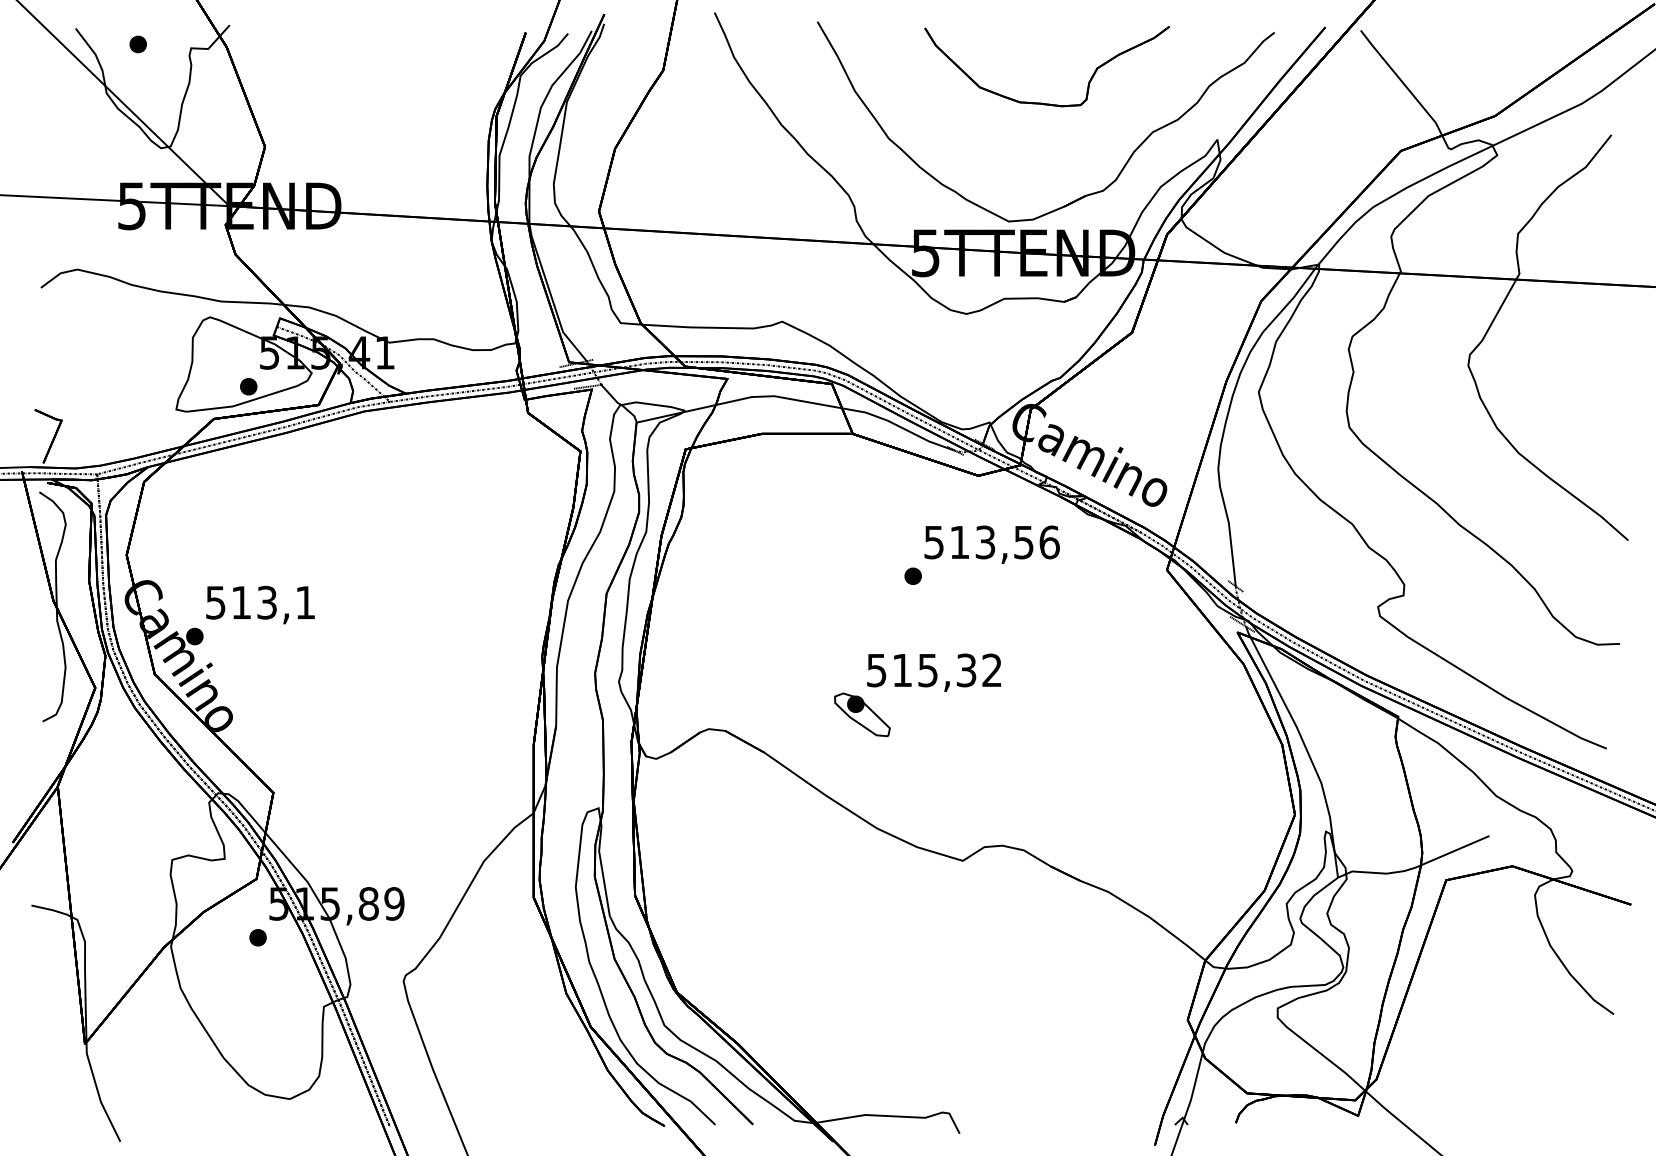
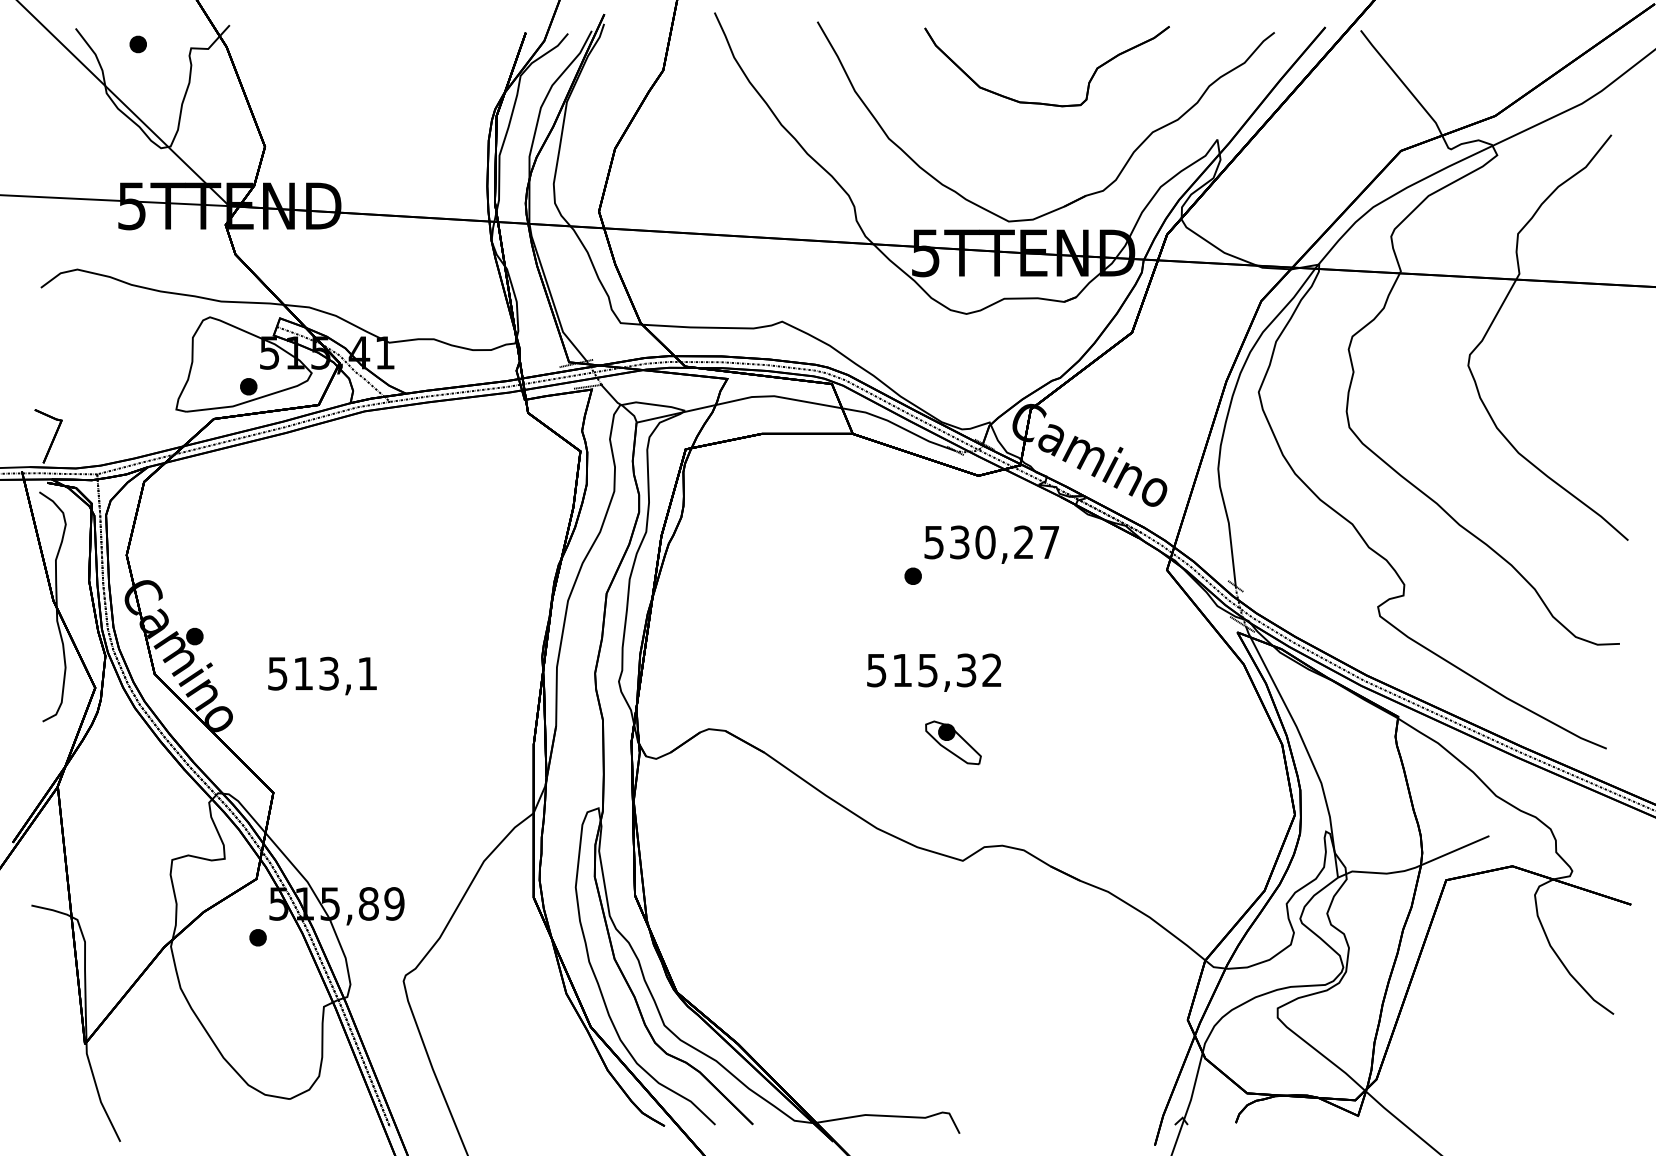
text at (1004, 542): 513,56 -> 530,27
text at (260, 604) position: (260, 604) -> (322, 675)
part at (862, 714) position: (862, 714) -> (953, 742)
